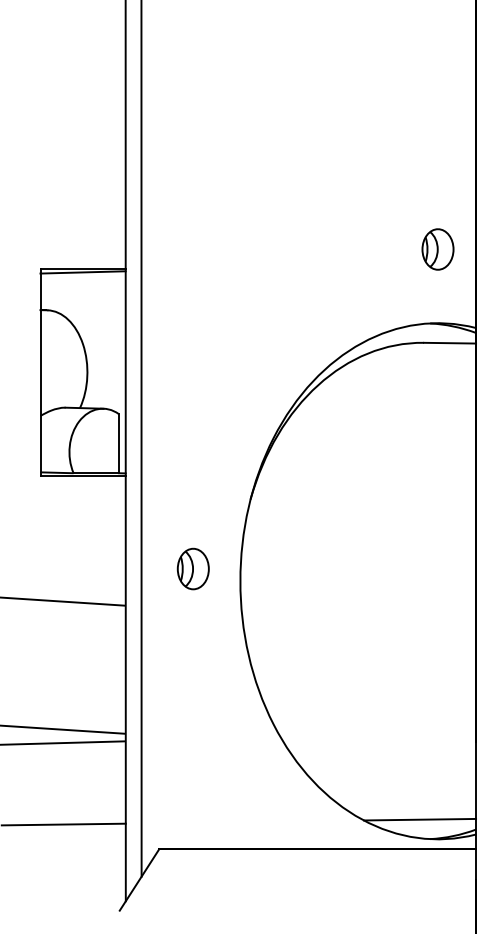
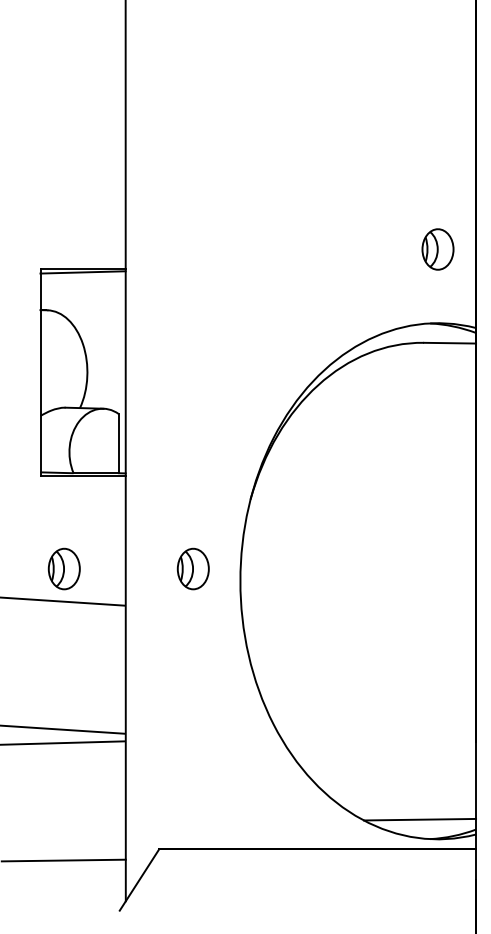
line at (141, 439): present -> none
part at (63, 568): none -> present
line at (63, 824) position: (63, 824) -> (63, 860)
